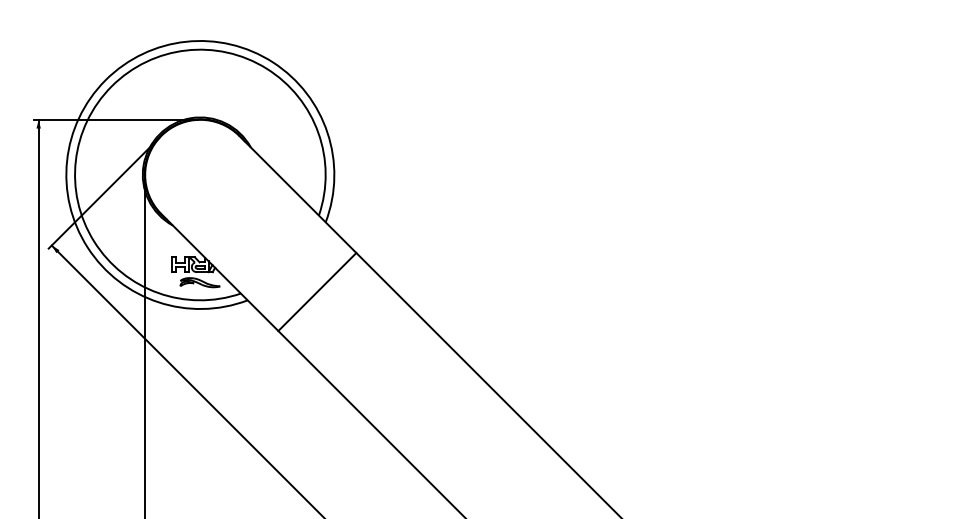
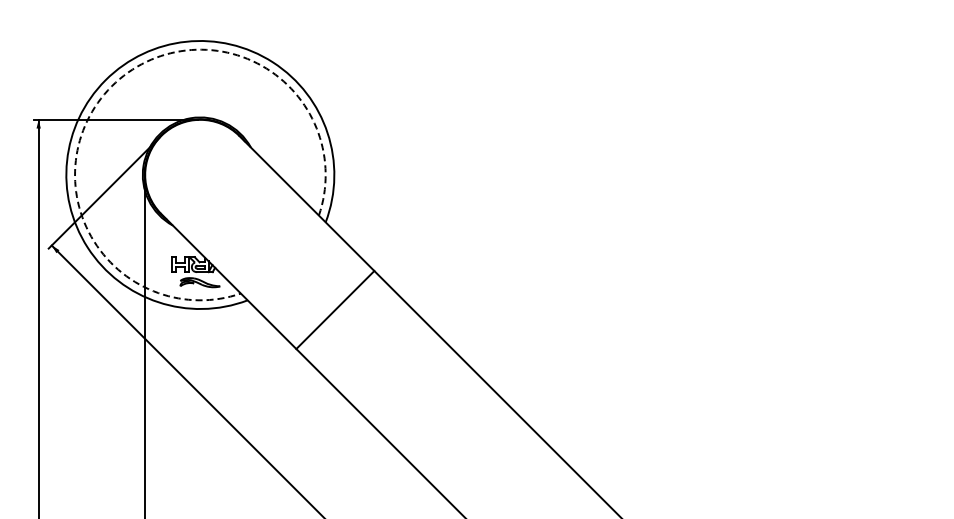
arc at (111, 86): solid -> dashed
line at (317, 292) position: (317, 292) -> (335, 310)
